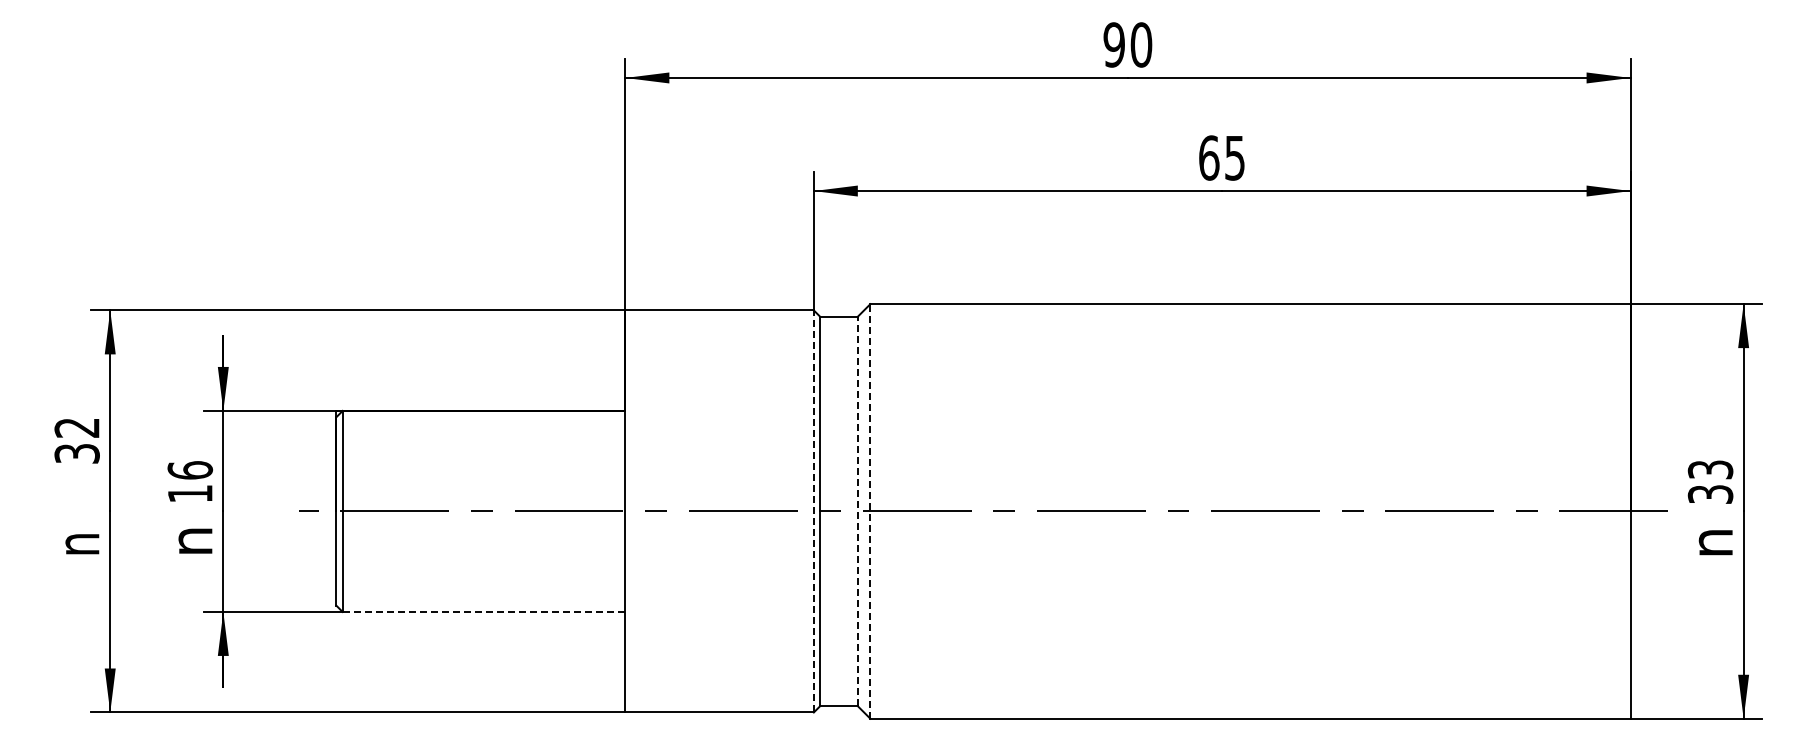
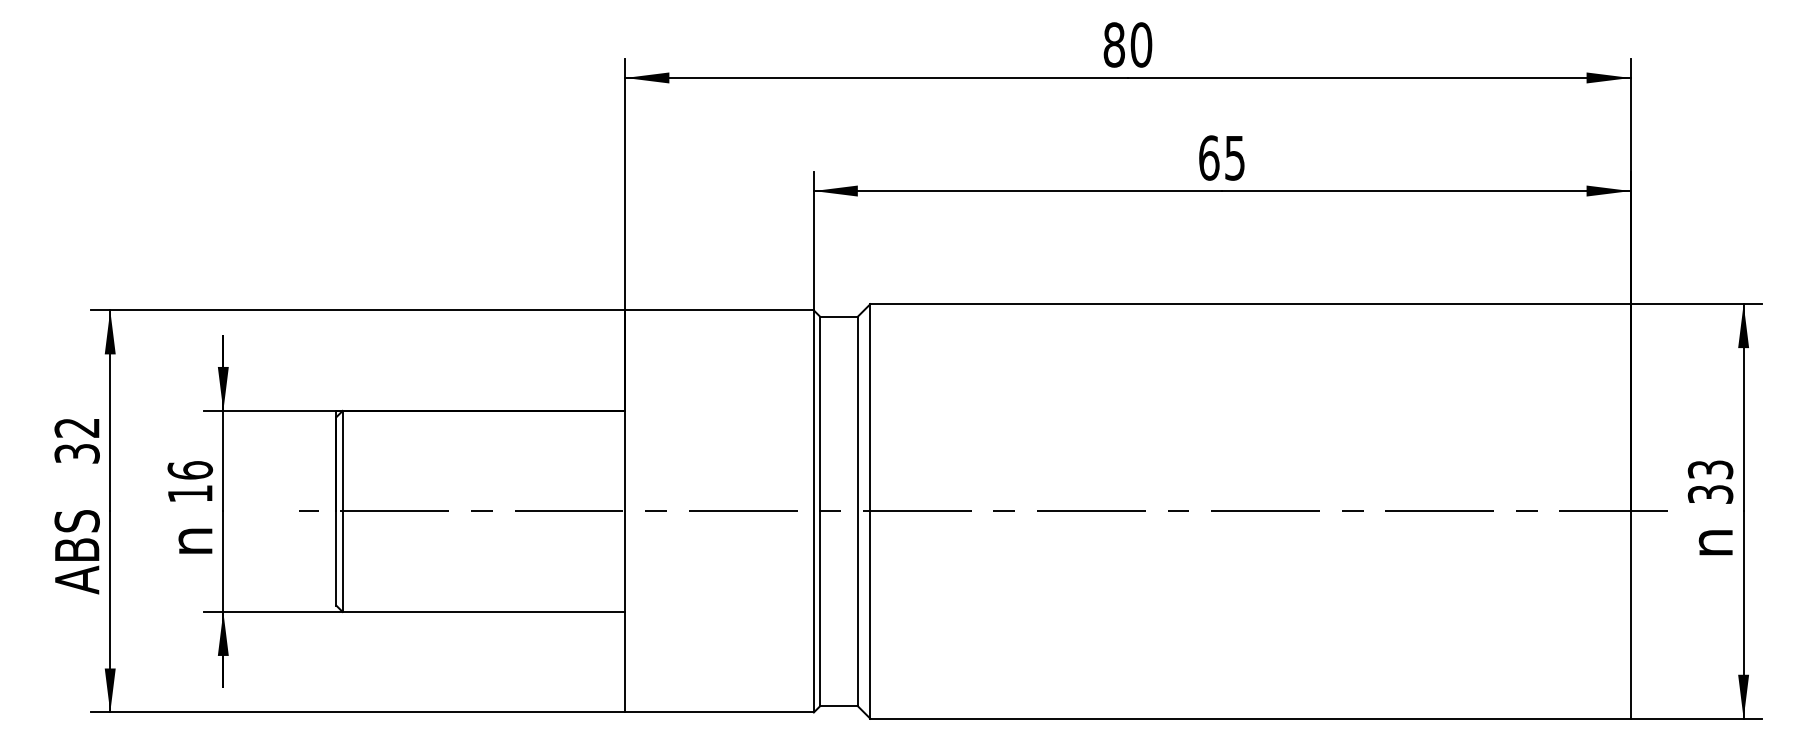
text at (1113, 44): 90 -> 80
line at (813, 510): dashed -> solid
line at (870, 510): dashed -> solid
line at (857, 511): dashed -> solid
text at (76, 552): n -> ABS
line at (483, 611): dashed -> solid
